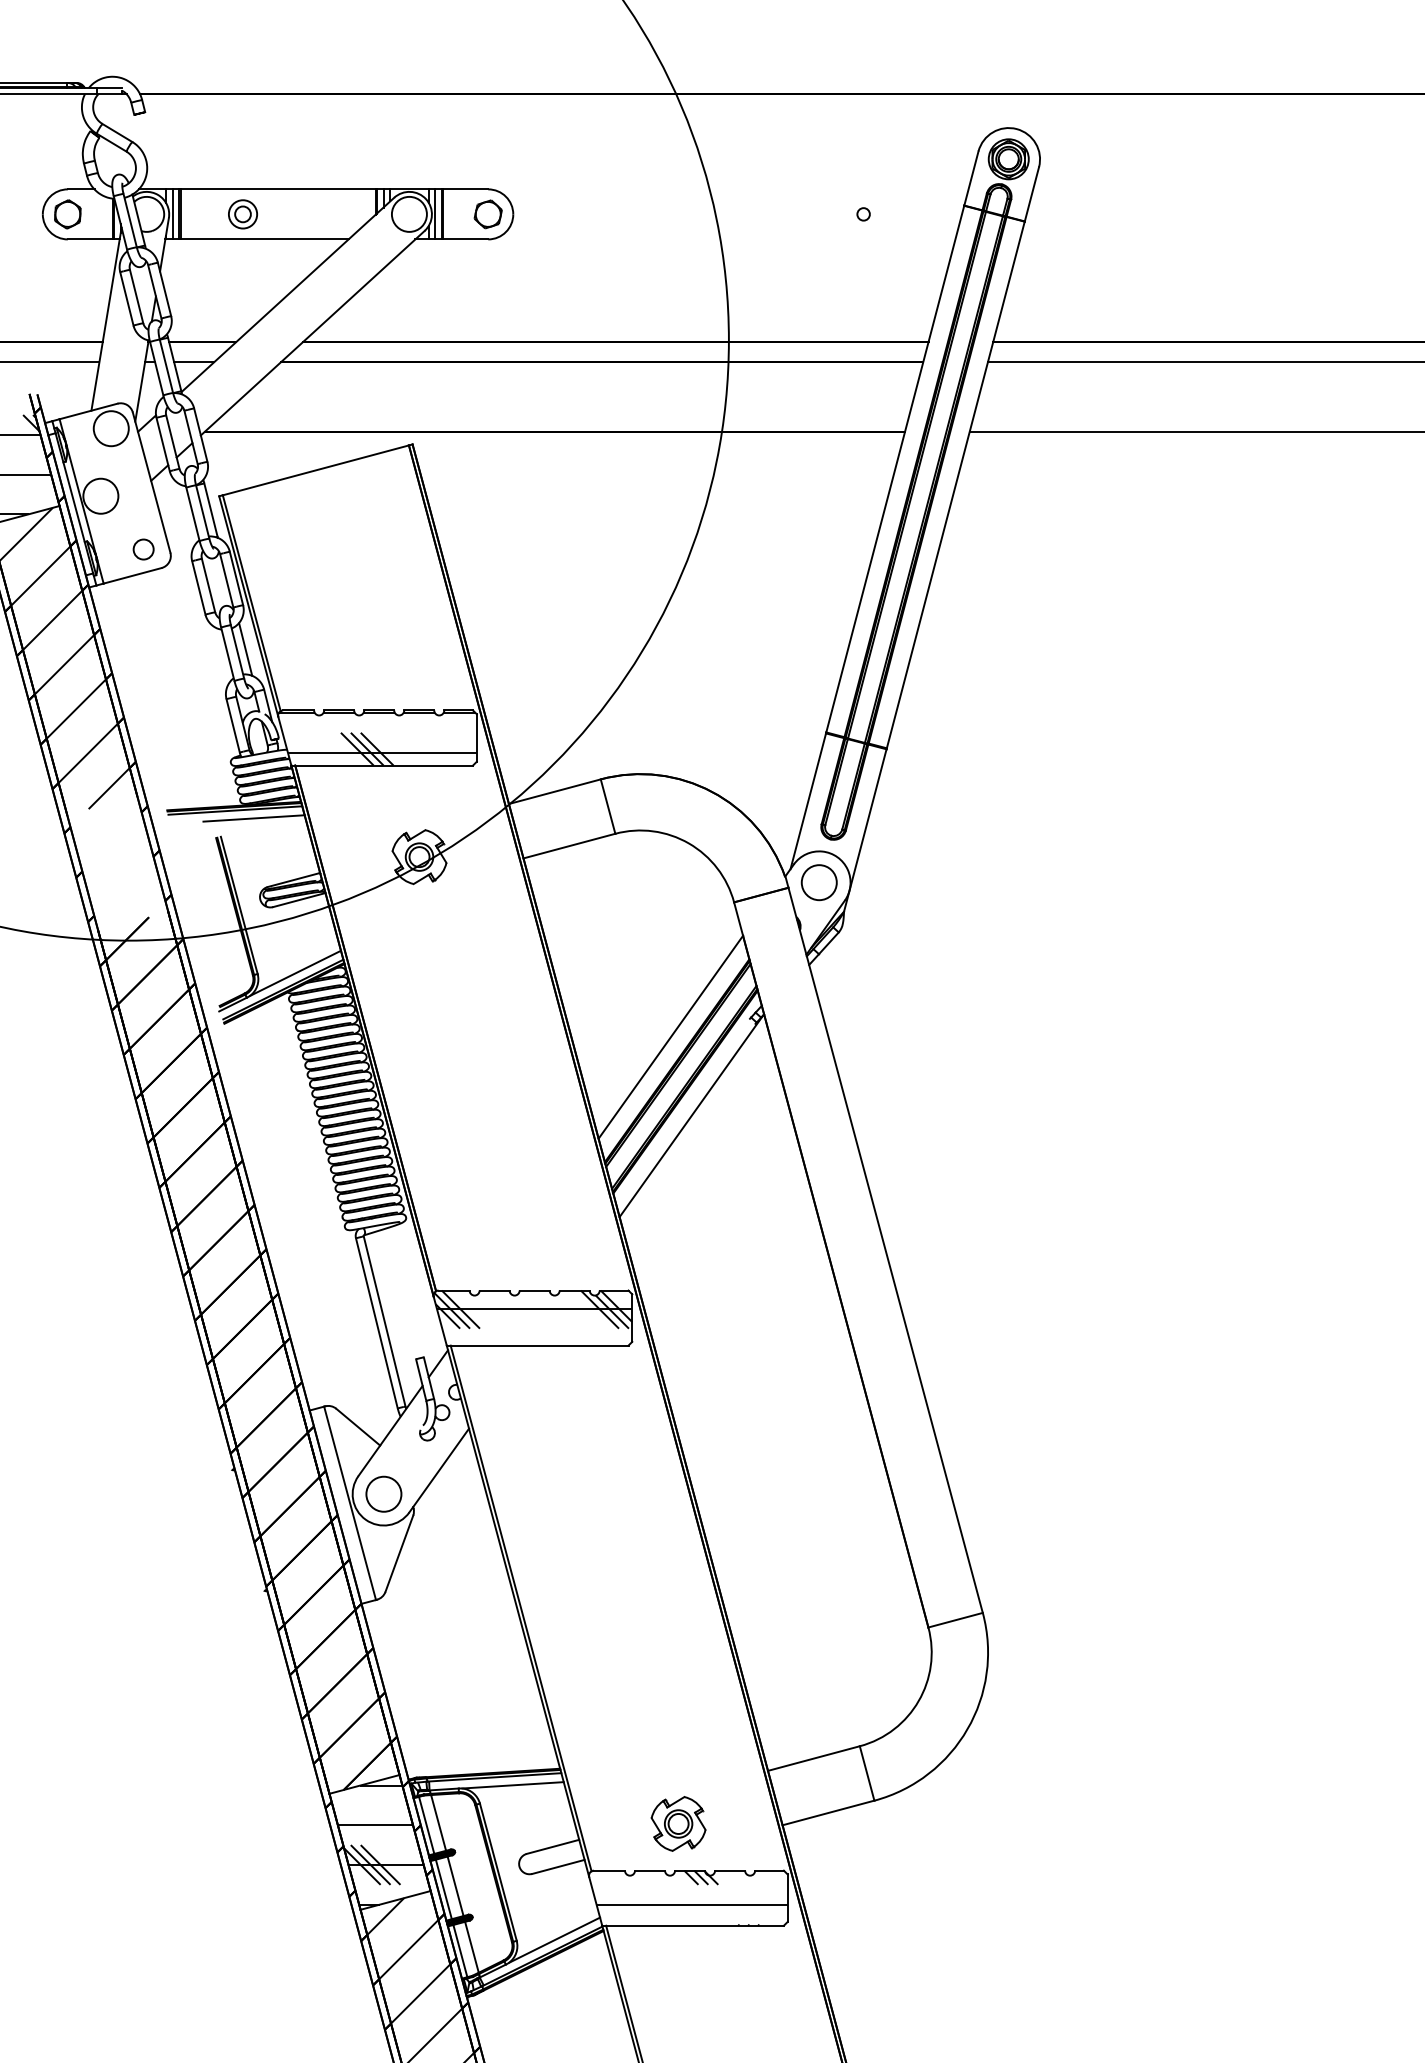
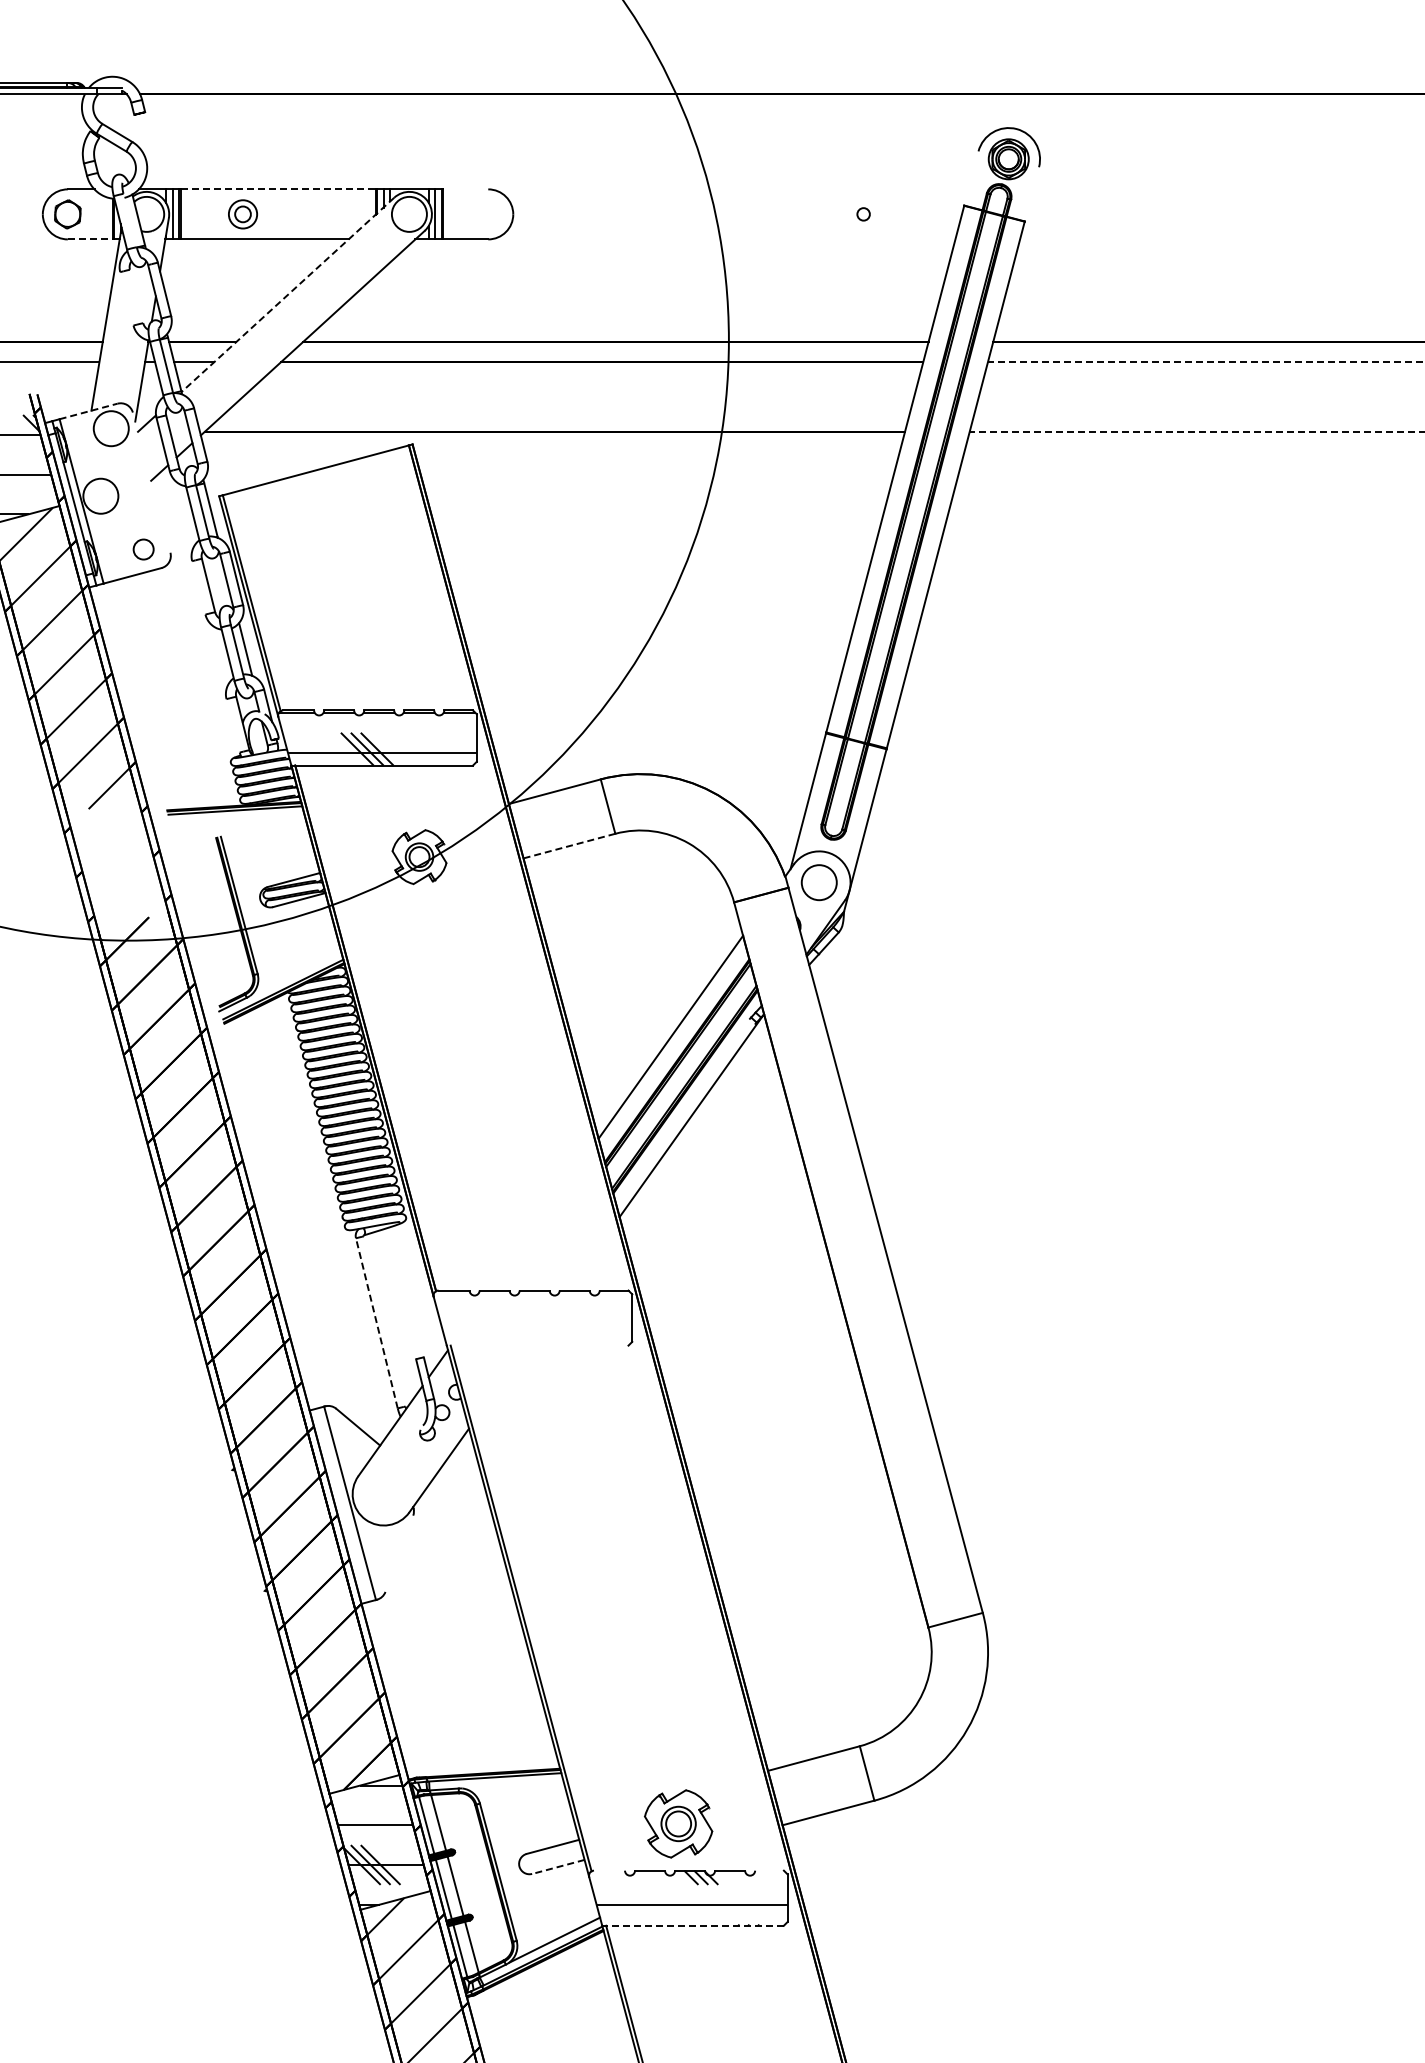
line at (971, 178): present -> none
line at (278, 189): solid -> dashed
line at (465, 189): present -> none
line at (1031, 194): present -> none
part at (487, 214): present -> none
line at (129, 220): present -> none
line at (90, 239): solid -> dashed
line at (287, 295): solid -> dashed
line at (136, 296): present -> none
line at (126, 298): present -> none
line at (1205, 362): solid -> dashed
line at (88, 411): solid -> dashed
line at (1196, 432): solid -> dashed
line at (151, 482): present -> none
line at (198, 587): present -> none
line at (232, 725): present -> none
line at (253, 818): present -> none
line at (569, 846): solid -> dashed
line at (295, 972): present -> none
hatch at (533, 1309): present -> none
line at (384, 1321): present -> none
line at (376, 1323): solid -> dashed
line at (537, 1345): present -> none
circle at (383, 1493): present -> none
line at (399, 1553): present -> none
line at (512, 1785): present -> none
part at (678, 1823) size: 57x56 px -> 71x70 px
line at (557, 1867): solid -> dashed
line at (609, 1870): present -> none
line at (769, 1870): present -> none
line at (693, 1925): solid -> dashed
